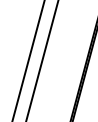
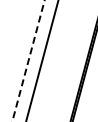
line at (28, 60): solid -> dashed
